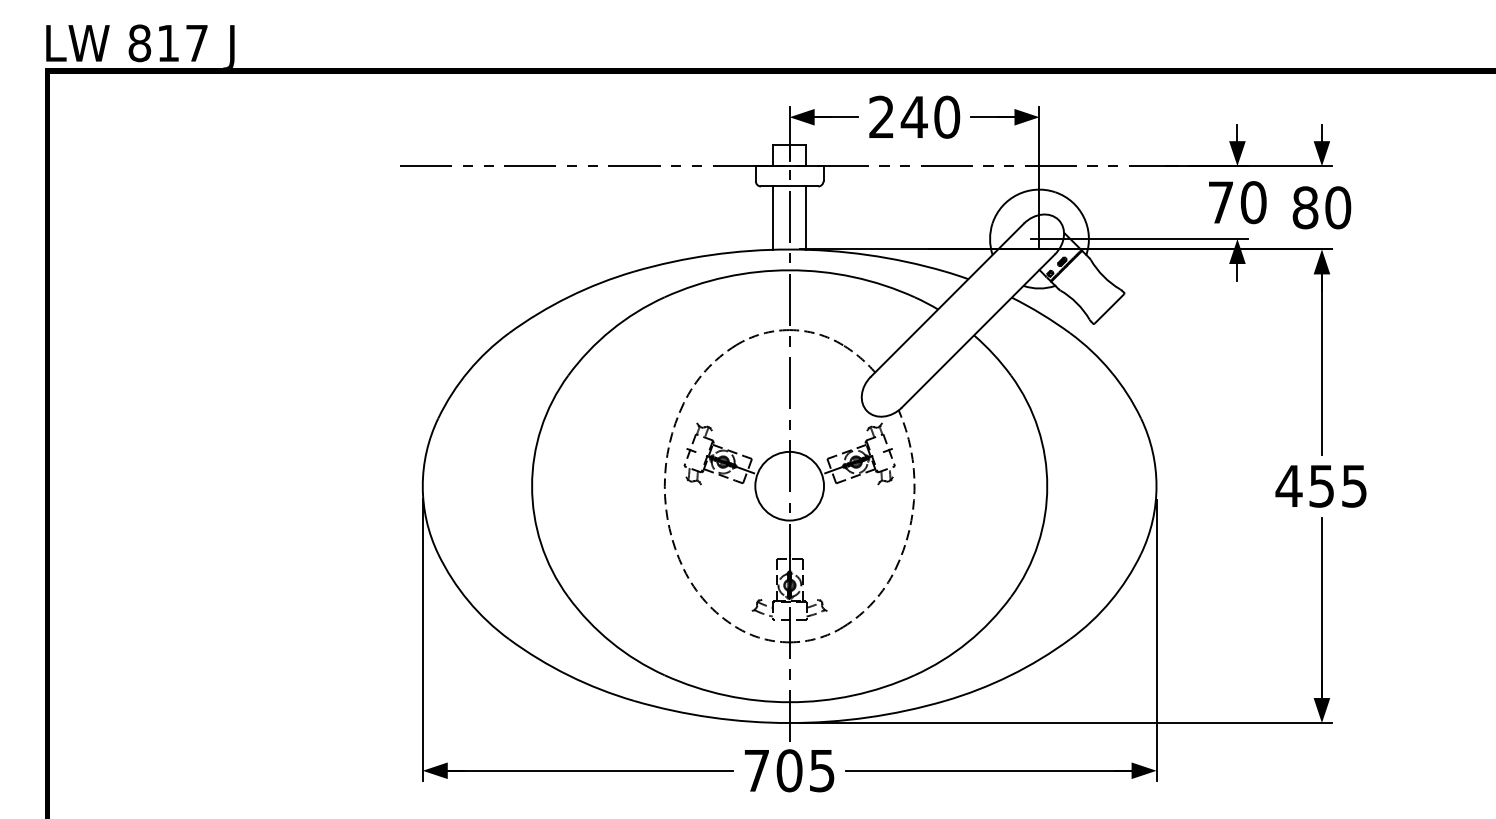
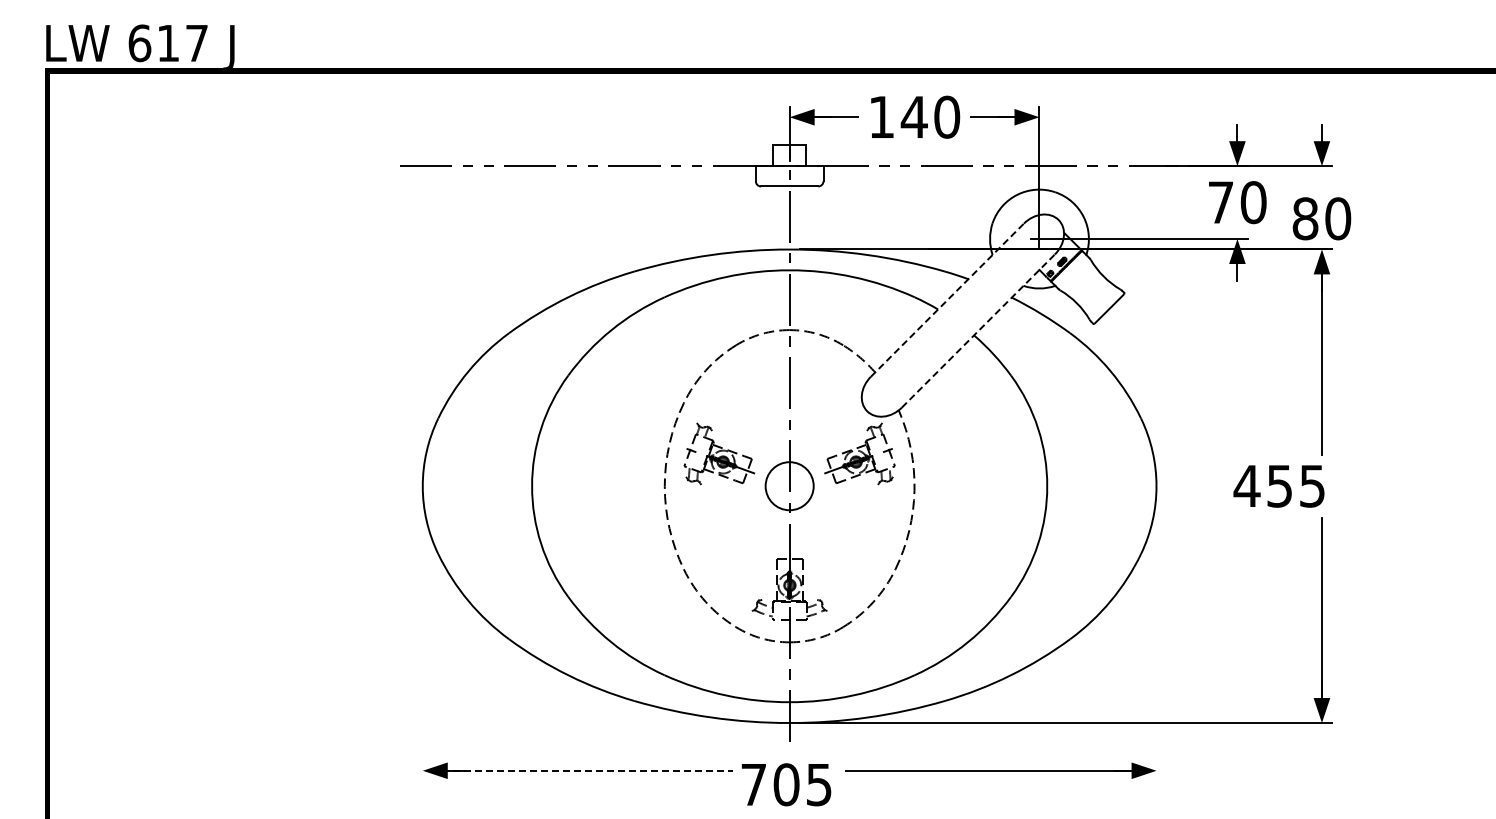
text at (139, 43): 817 -> 617
text at (881, 116): 240 -> 140
text at (1321, 207) position: (1321, 207) -> (1321, 218)
line at (773, 217): present -> none
line at (806, 217): present -> none
line at (947, 299): solid -> dashed
line at (978, 330): solid -> dashed
circle at (789, 485) diameter: 69 px -> 48 px
text at (1320, 486) position: (1320, 486) -> (1278, 486)
line at (422, 640): present -> none
line at (1156, 640): present -> none
line at (582, 770): solid -> dashed
text at (789, 770) position: (789, 770) -> (786, 784)
